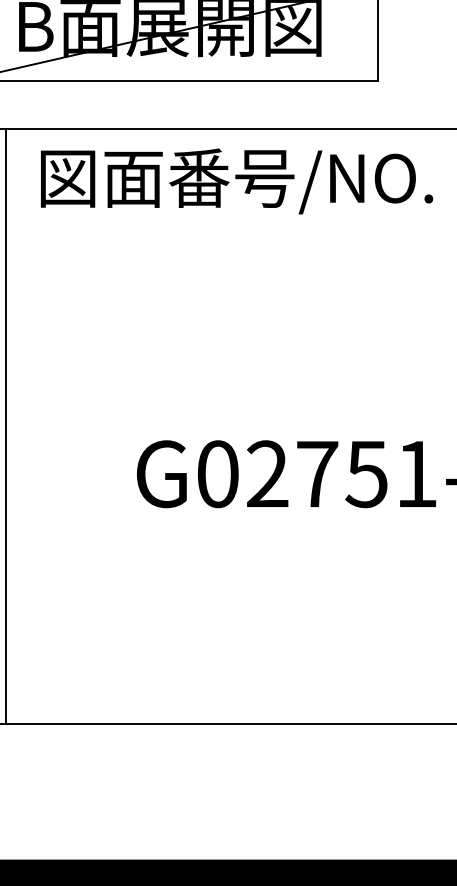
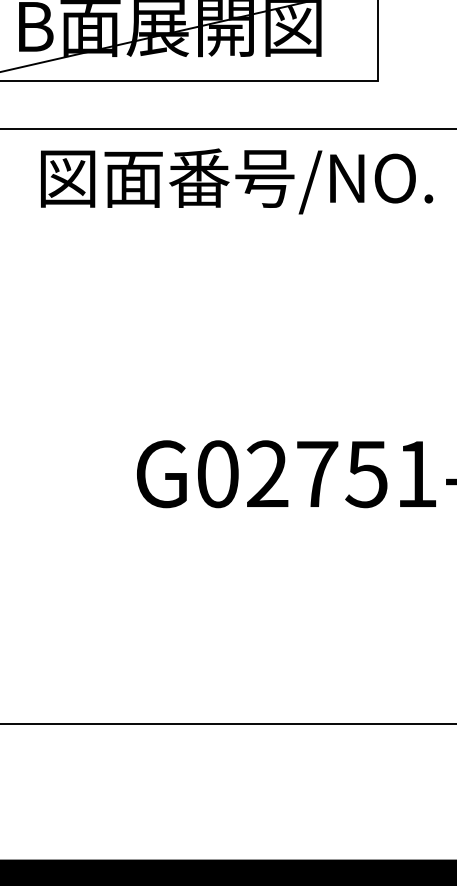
line at (6, 426): present -> none
